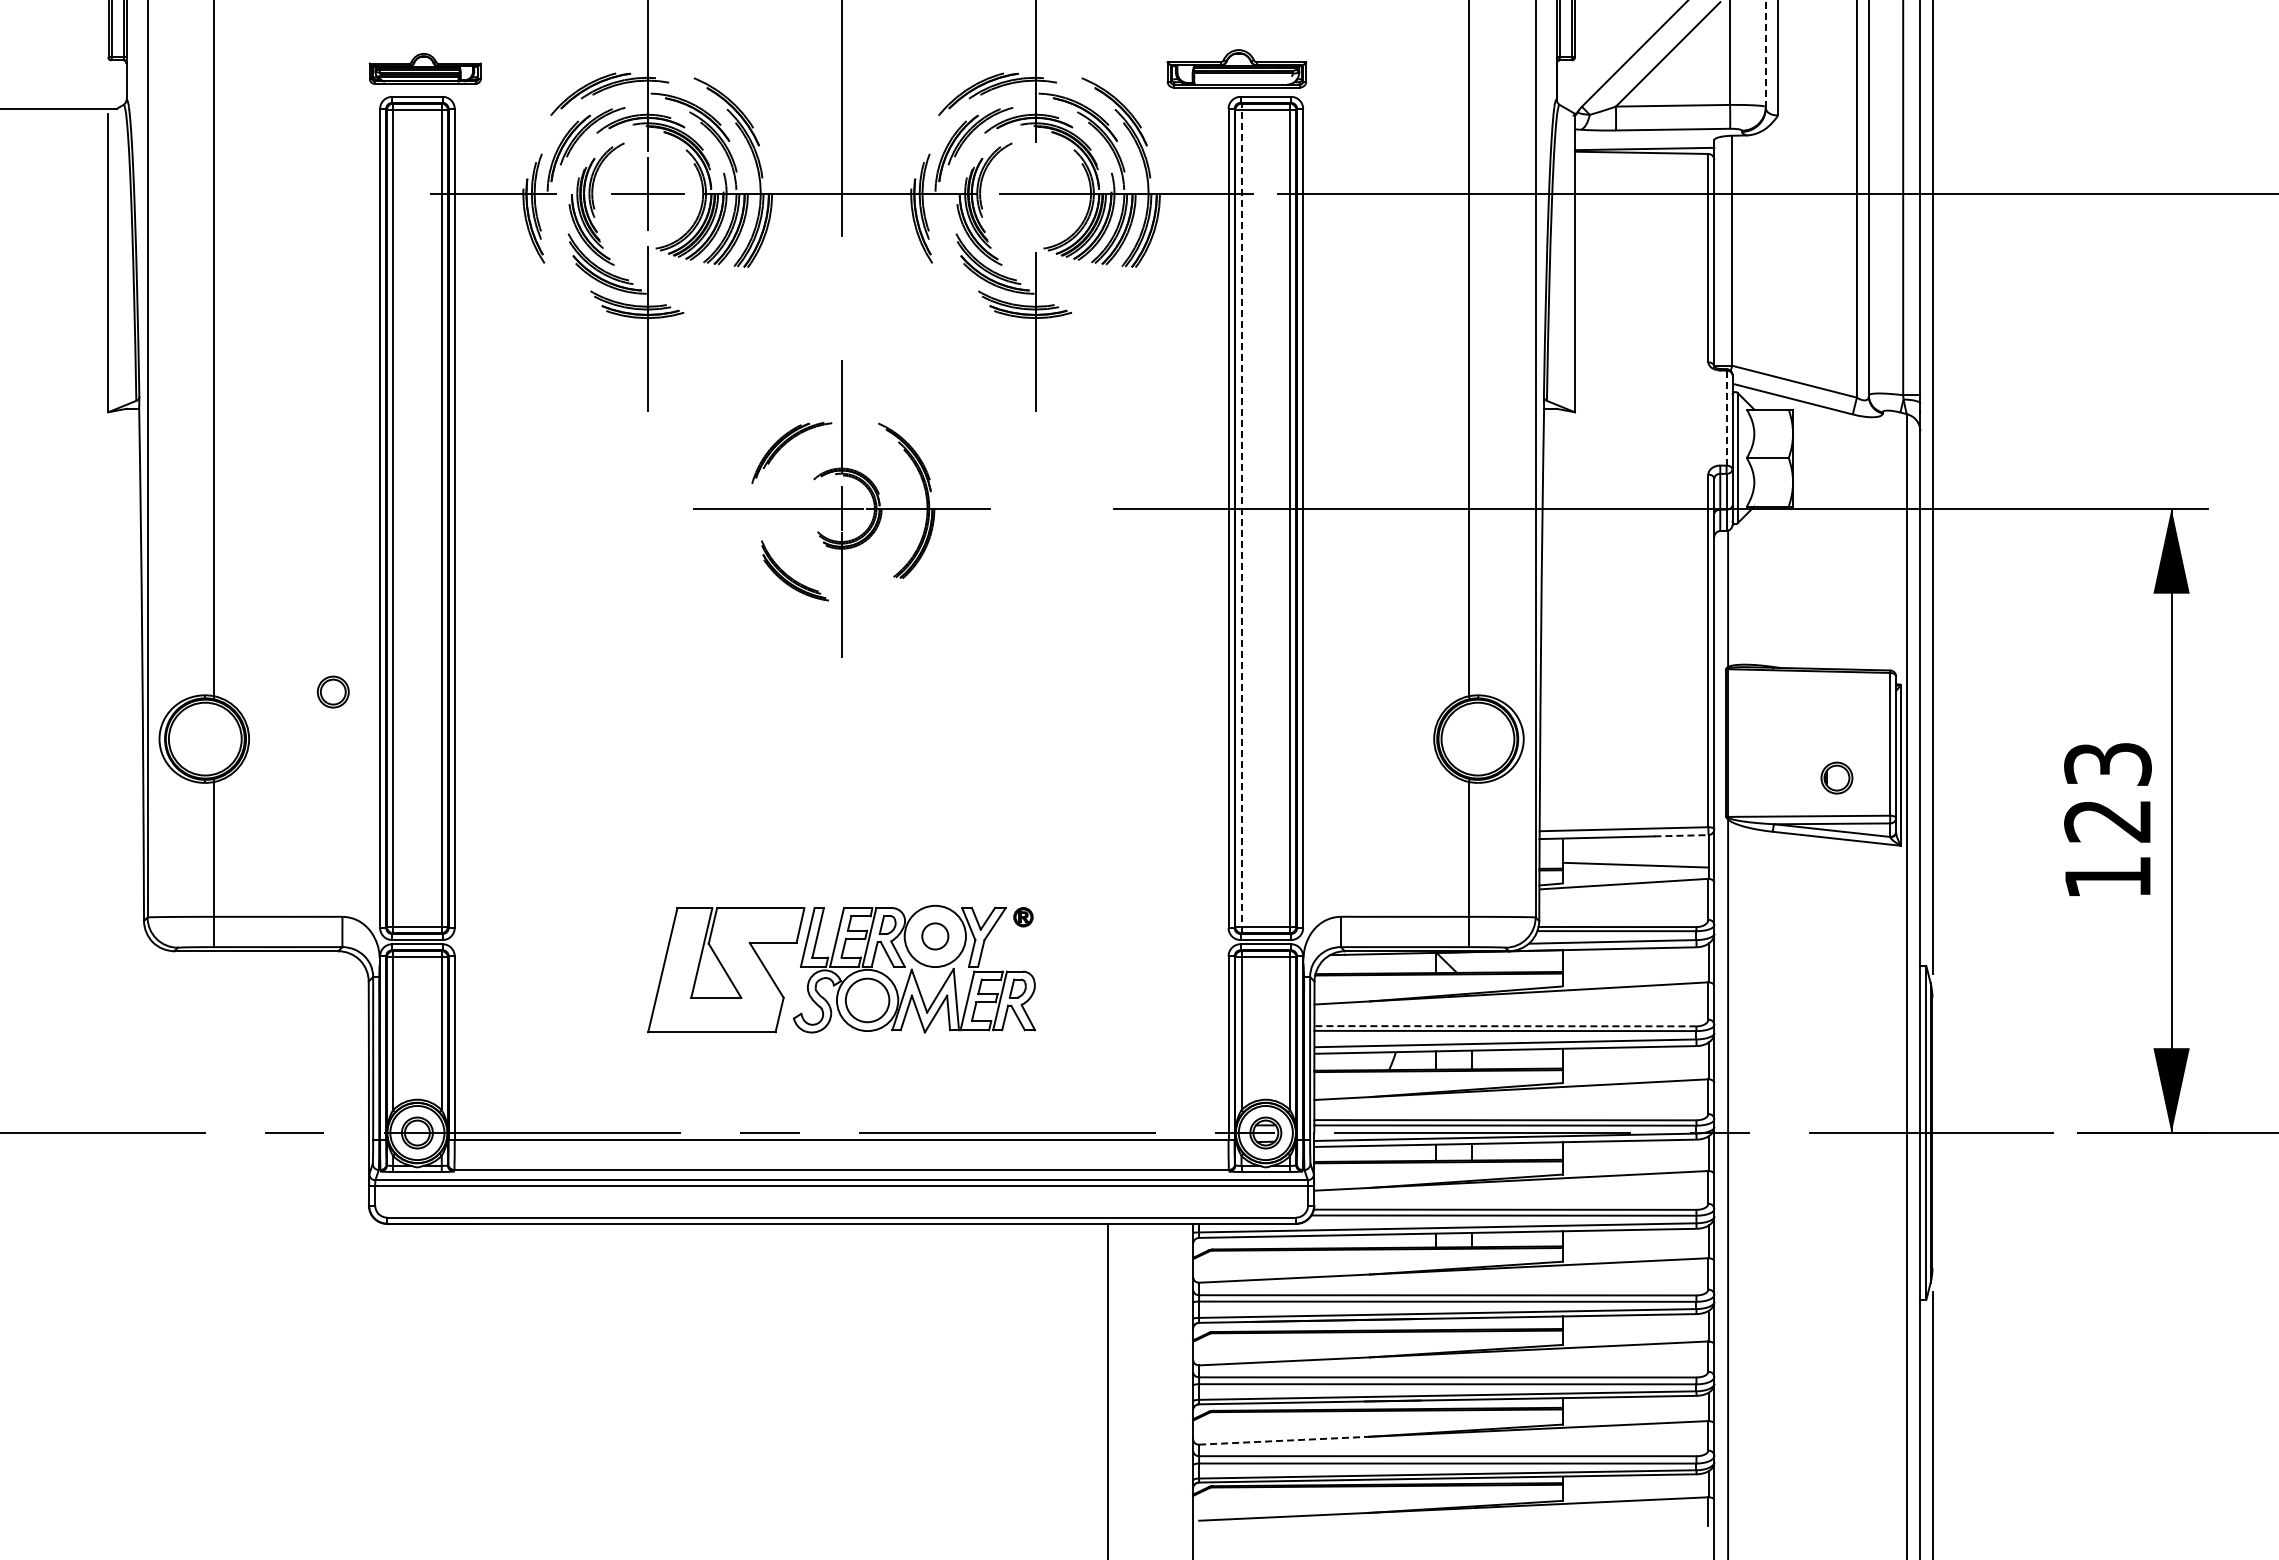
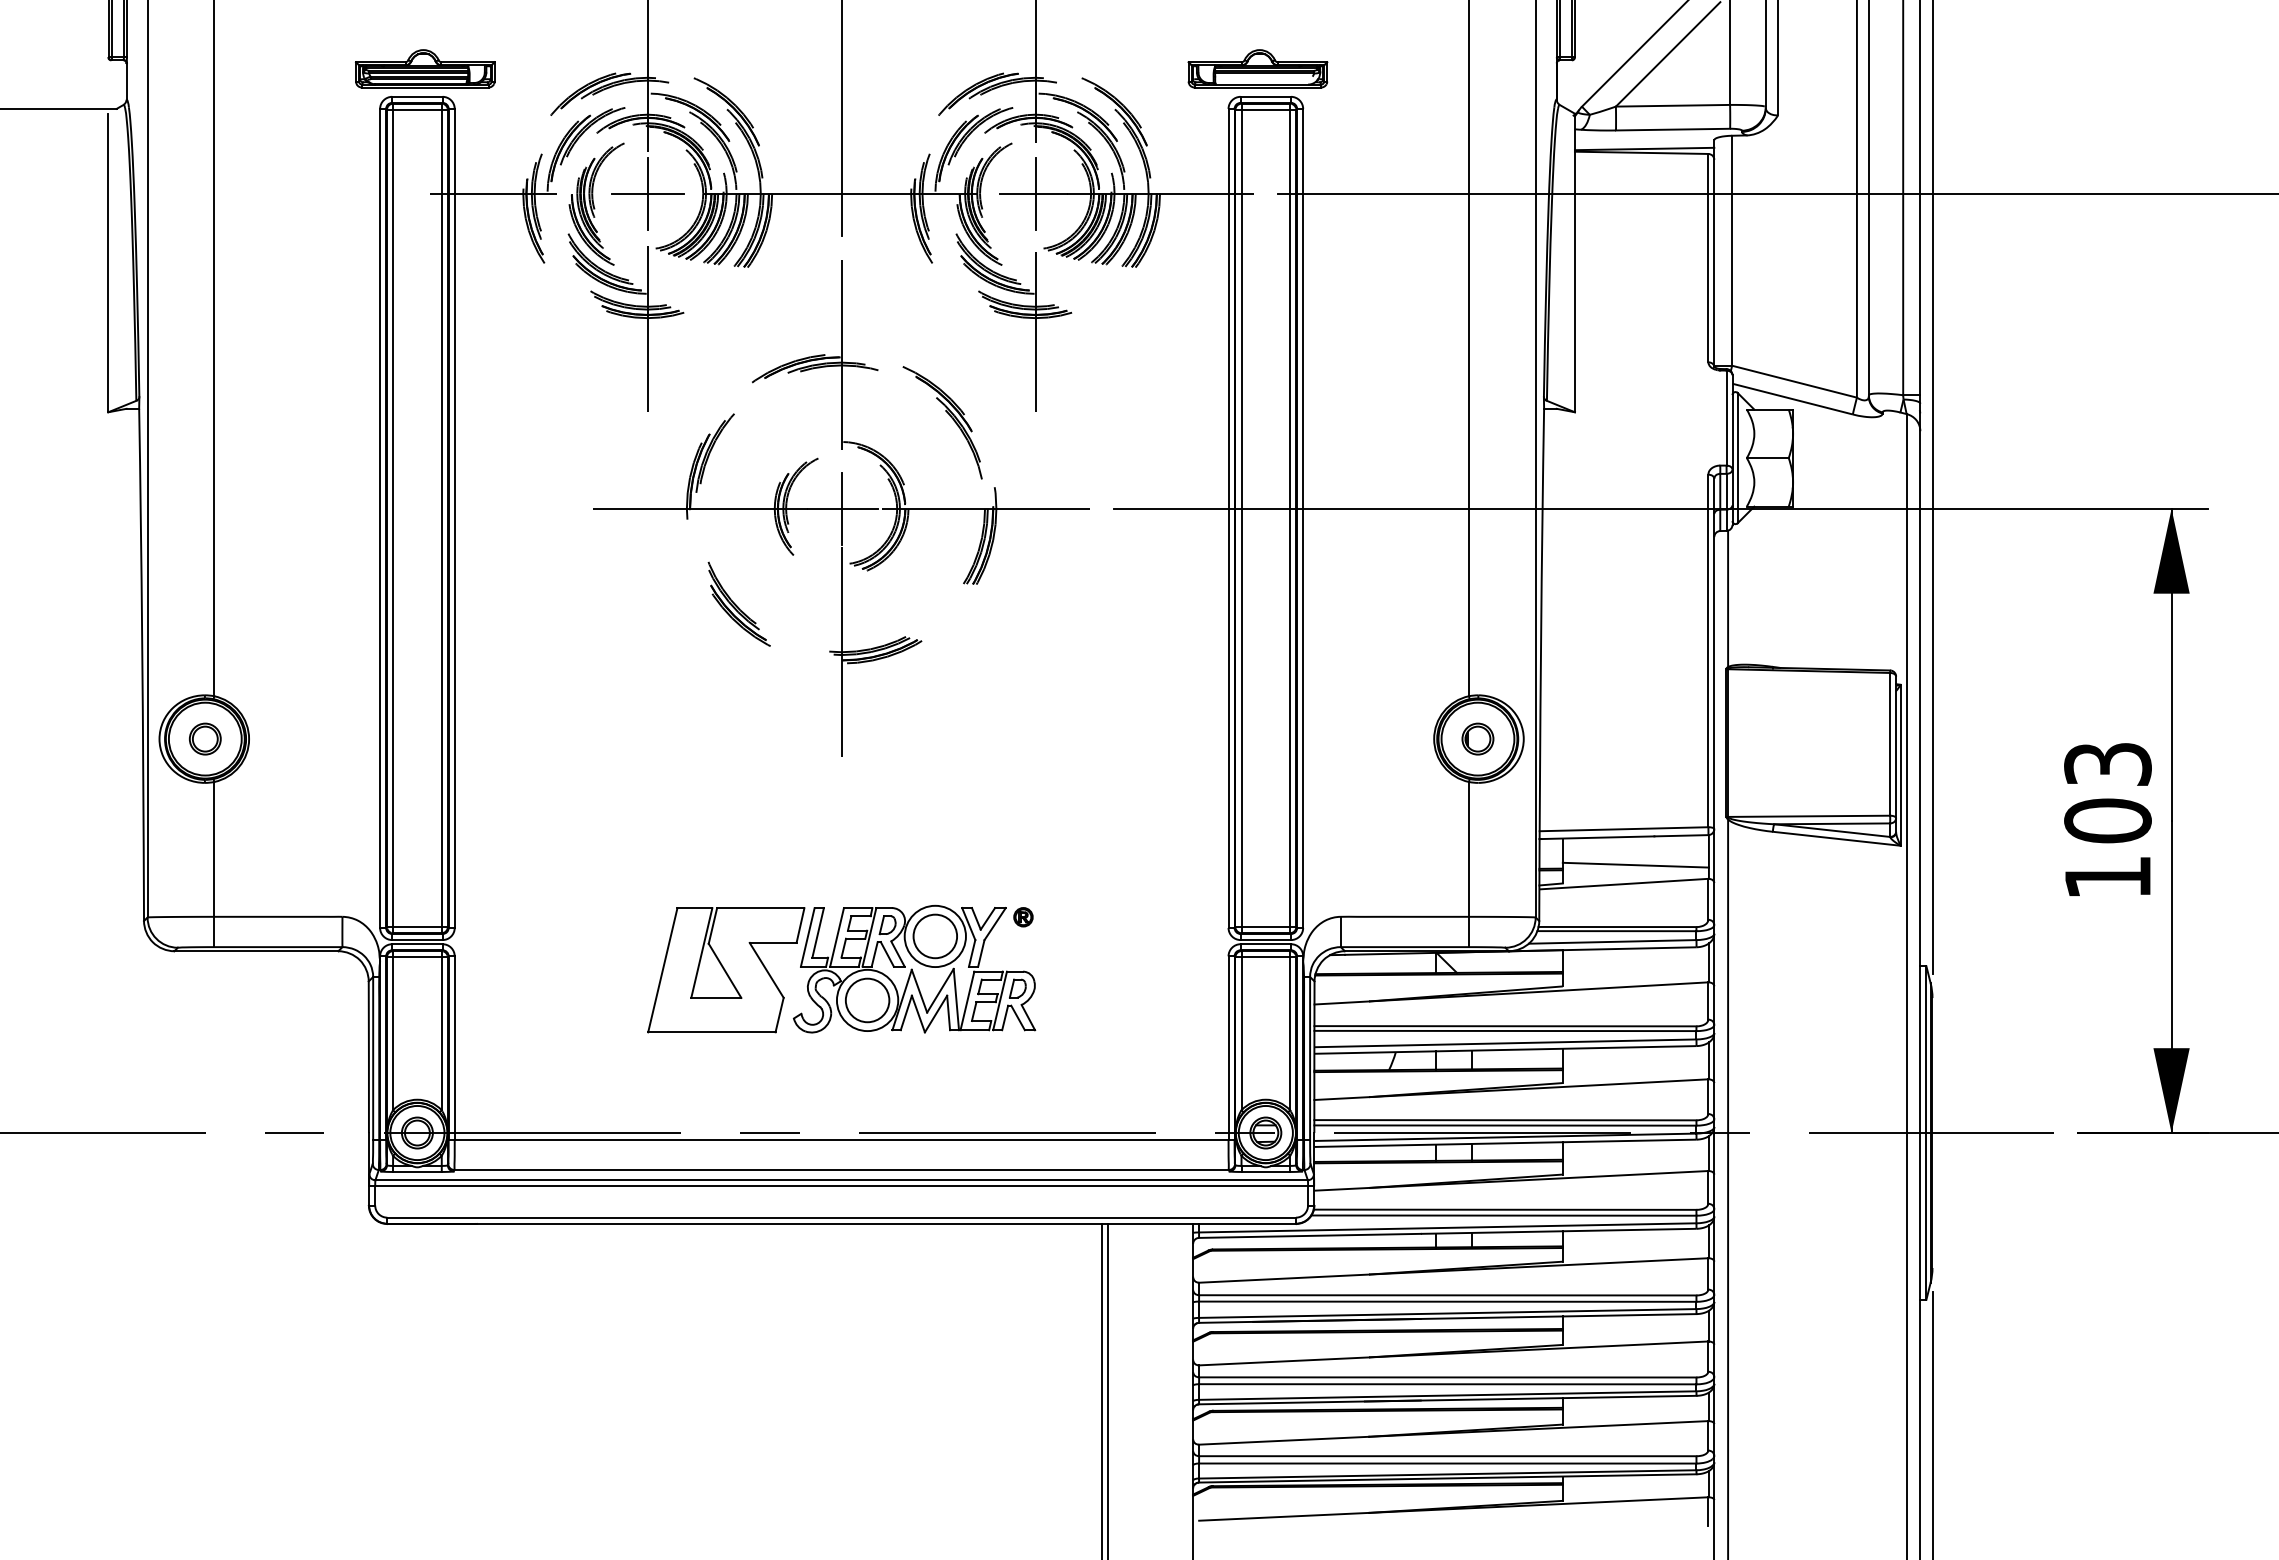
line at (1765, 54): dashed -> solid
part at (424, 68) size: 114x32 px -> 141x40 px
part at (1236, 68) position: (1236, 68) -> (1257, 68)
line at (1035, 193): none -> present
line at (1726, 418): dashed -> solid
part at (841, 508) size: 298x298 px -> 497x497 px
line at (1241, 518): dashed -> solid
part at (333, 691) position: (333, 691) -> (205, 738)
part at (1836, 777) position: (1836, 777) -> (1477, 738)
text at (2107, 820): 123 -> 103
line at (1681, 835): dashed -> solid
circle at (935, 936) diameter: 26 px -> 44 px
line at (1505, 1026): dashed -> solid
line at (1102, 1389): none -> present
line at (1284, 1440): dashed -> solid
